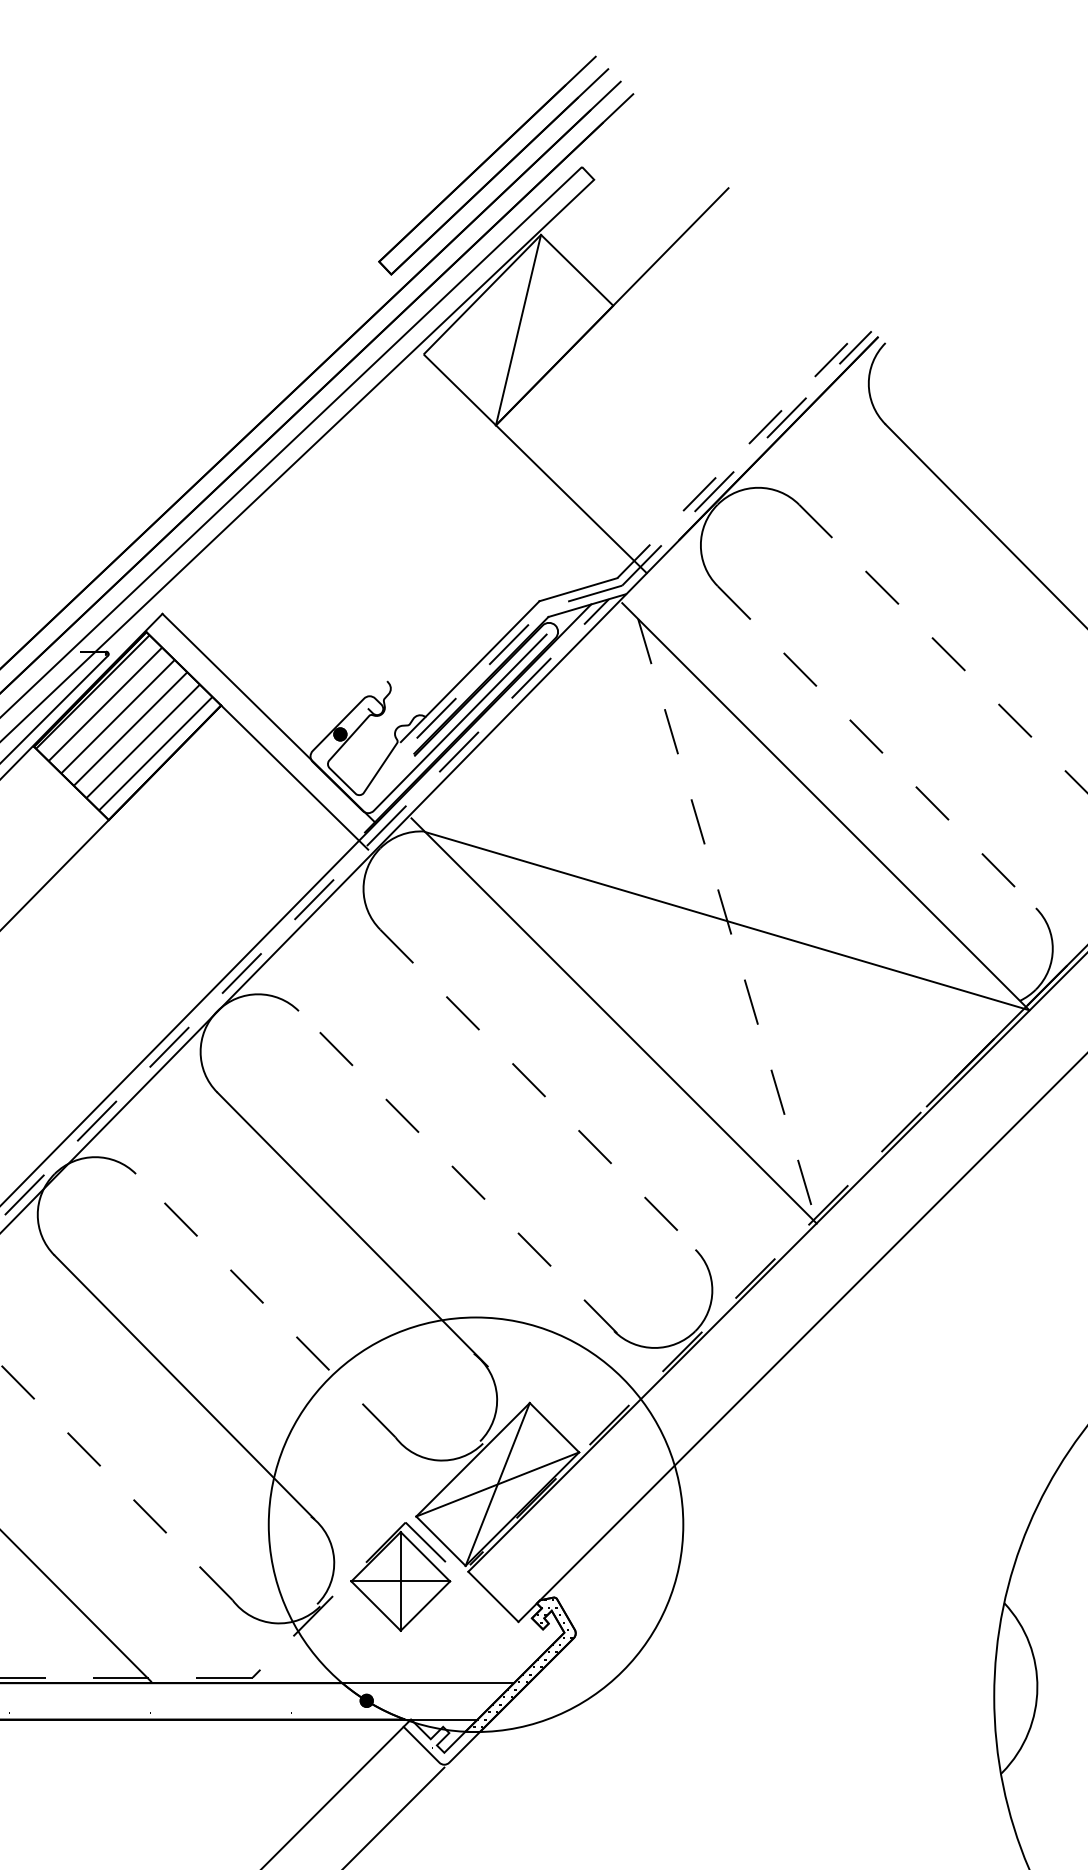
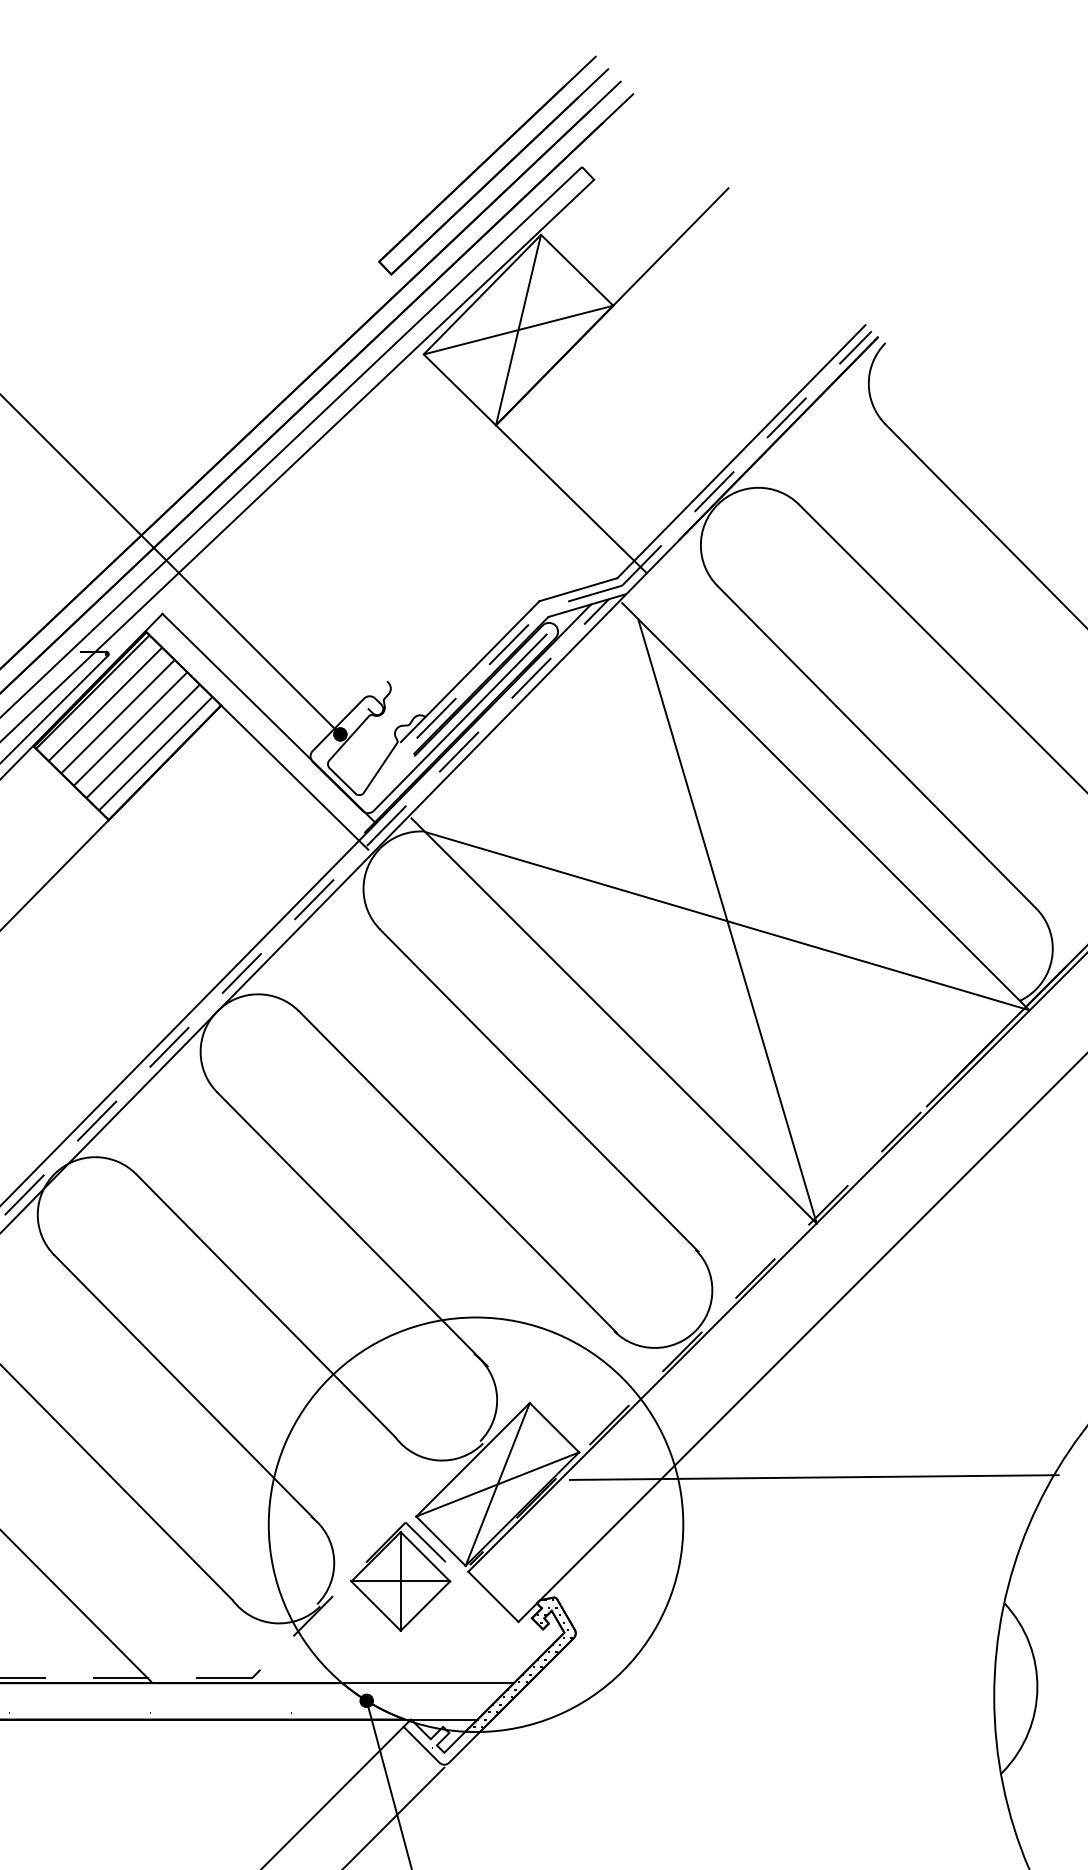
line at (518, 329): none -> present
line at (741, 451): dashed -> solid
line at (171, 565): none -> present
line at (943, 649): dashed -> solid
line at (877, 747): dashed -> solid
line at (727, 921): dashed -> solid
line at (539, 1091): dashed -> solid
line at (457, 1171): dashed -> solid
line at (265, 1305): dashed -> solid
line at (814, 1477): none -> present
line at (116, 1482): dashed -> solid
line at (388, 1783): none -> present
